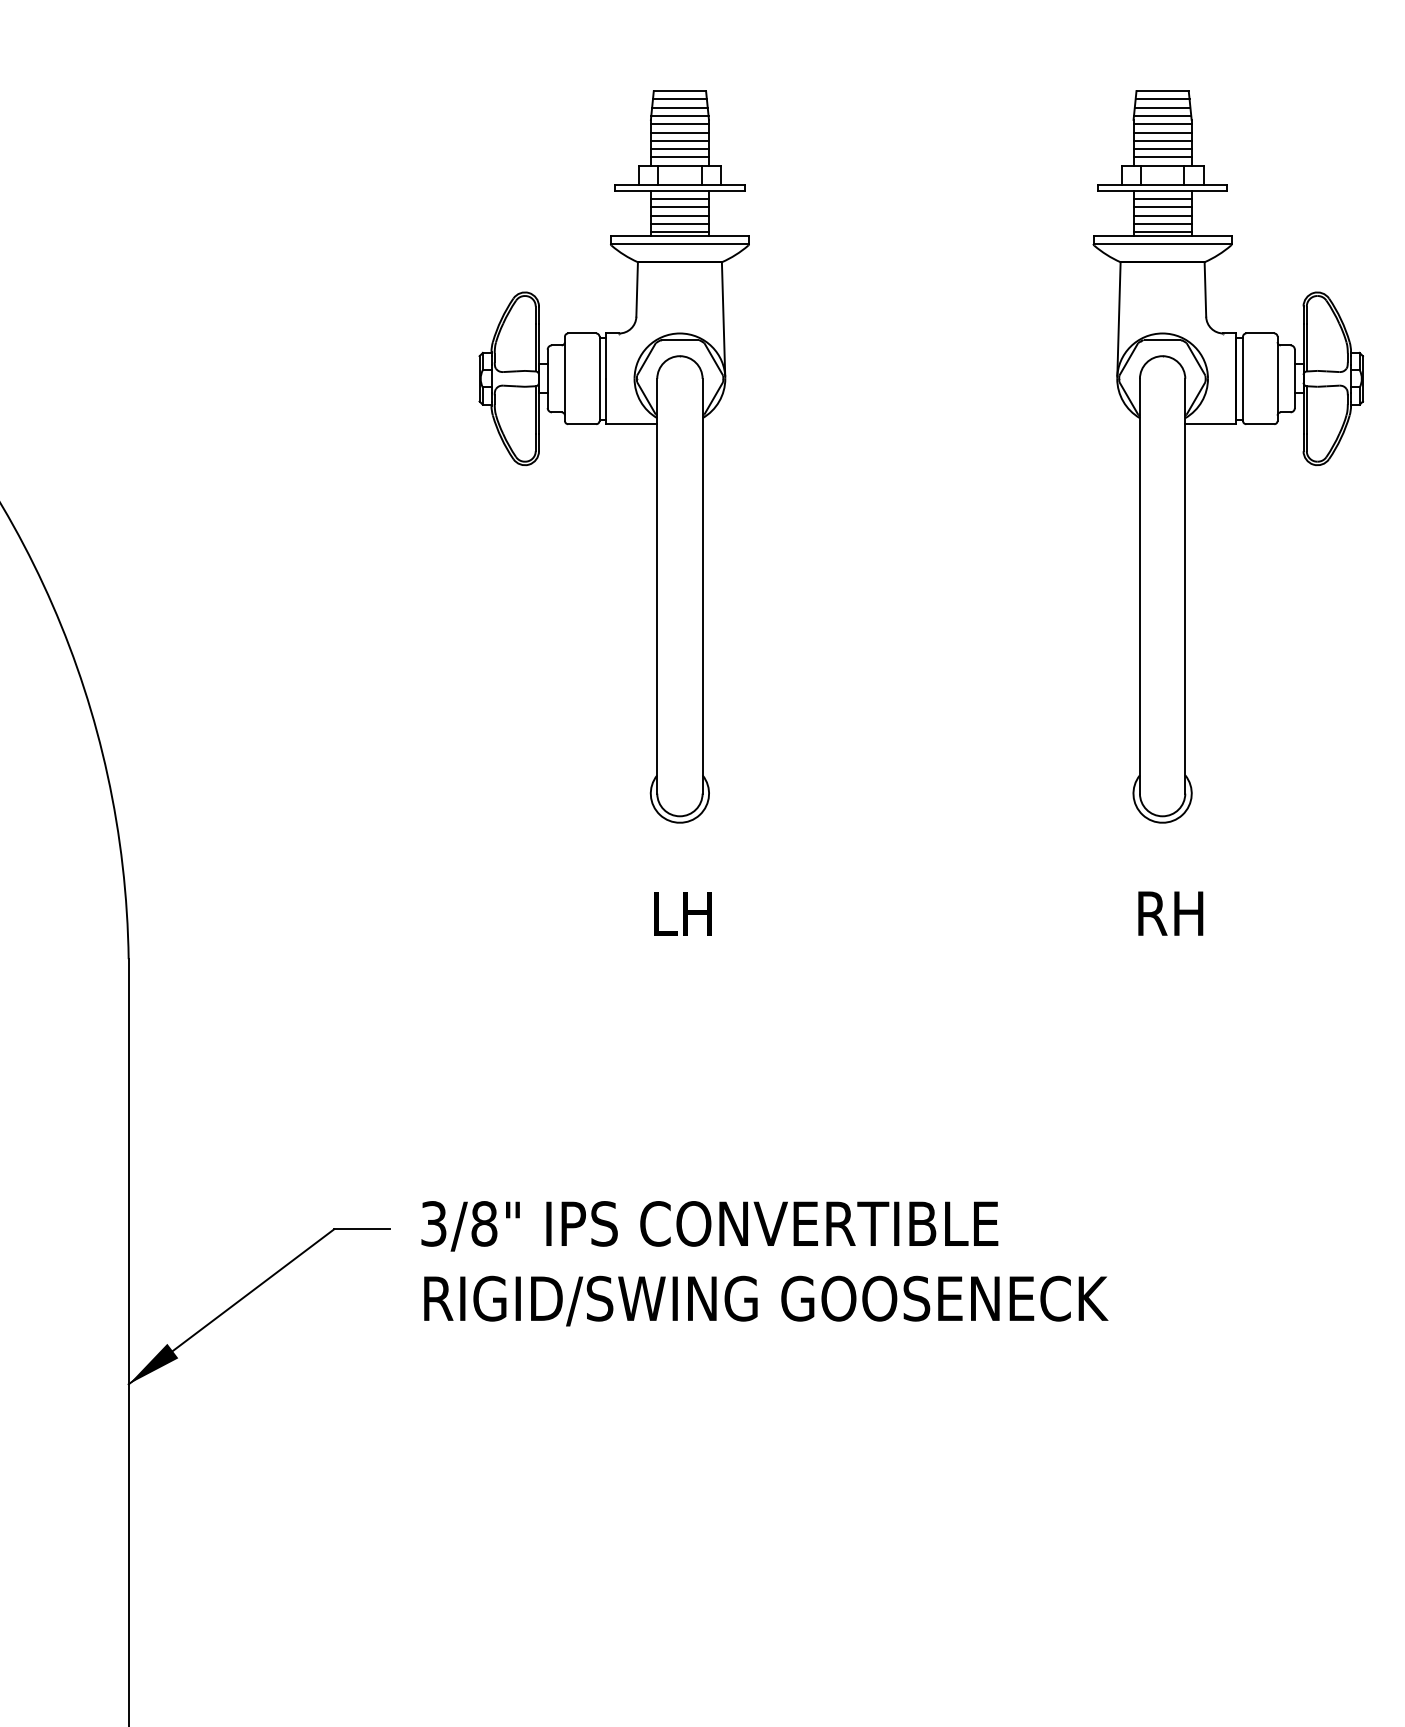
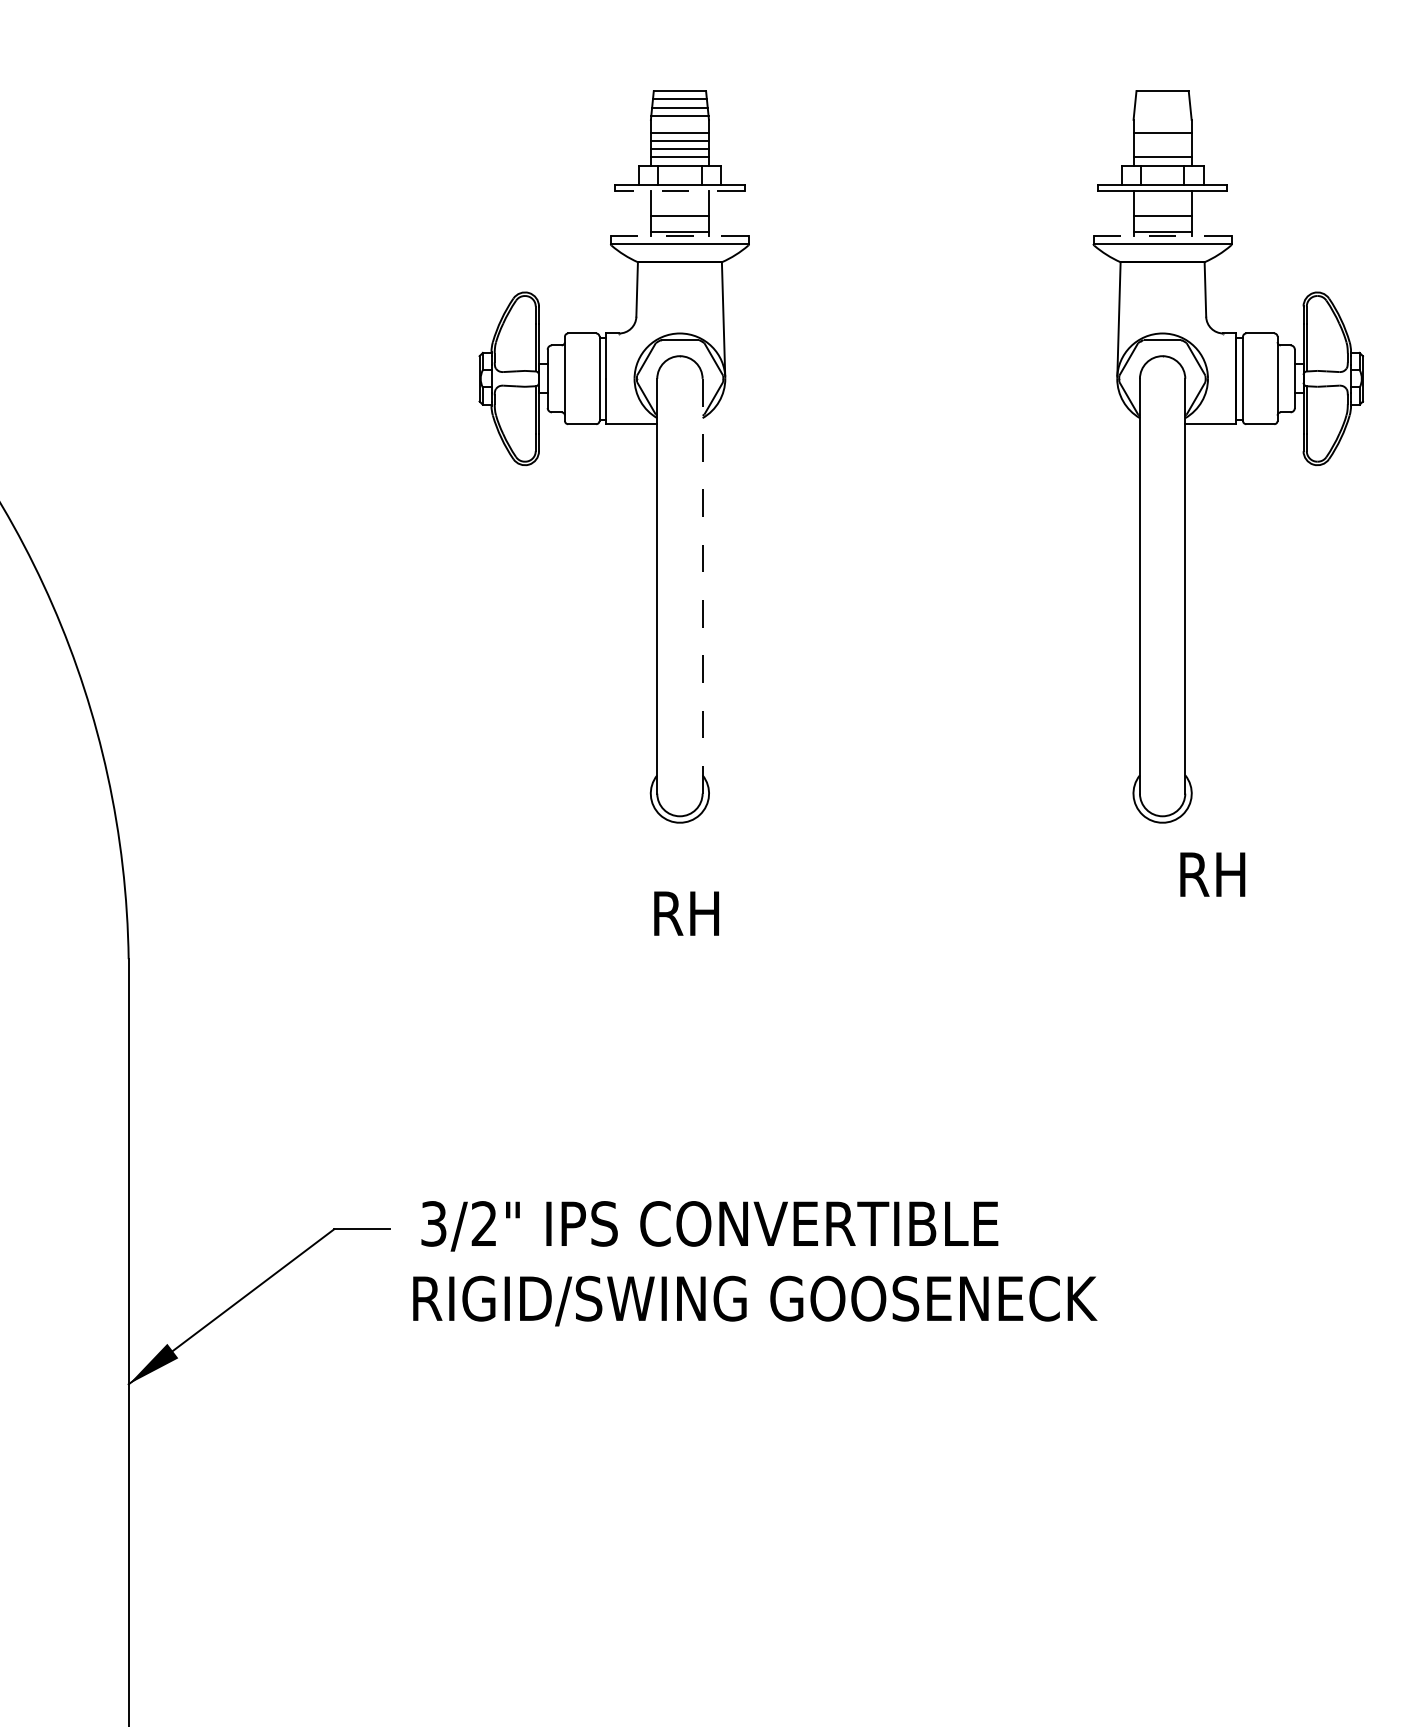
line at (1162, 99): present -> none
line at (1162, 107): present -> none
line at (1162, 116): present -> none
line at (679, 124): present -> none
line at (1162, 124): present -> none
line at (1162, 140): present -> none
line at (1162, 149): present -> none
line at (679, 190): solid -> dashed
line at (679, 198): present -> none
line at (1162, 198): present -> none
line at (679, 207): present -> none
line at (1162, 207): present -> none
line at (679, 223): present -> none
line at (1162, 223): present -> none
line at (679, 236): solid -> dashed
line at (1163, 236): solid -> dashed
line at (702, 586): solid -> dashed
text at (686, 913): LH -> RH
text at (1170, 913) position: (1170, 913) -> (1212, 874)
text at (484, 1223): 3/8" -> 3/2"
text at (766, 1300) position: (766, 1300) -> (755, 1300)
